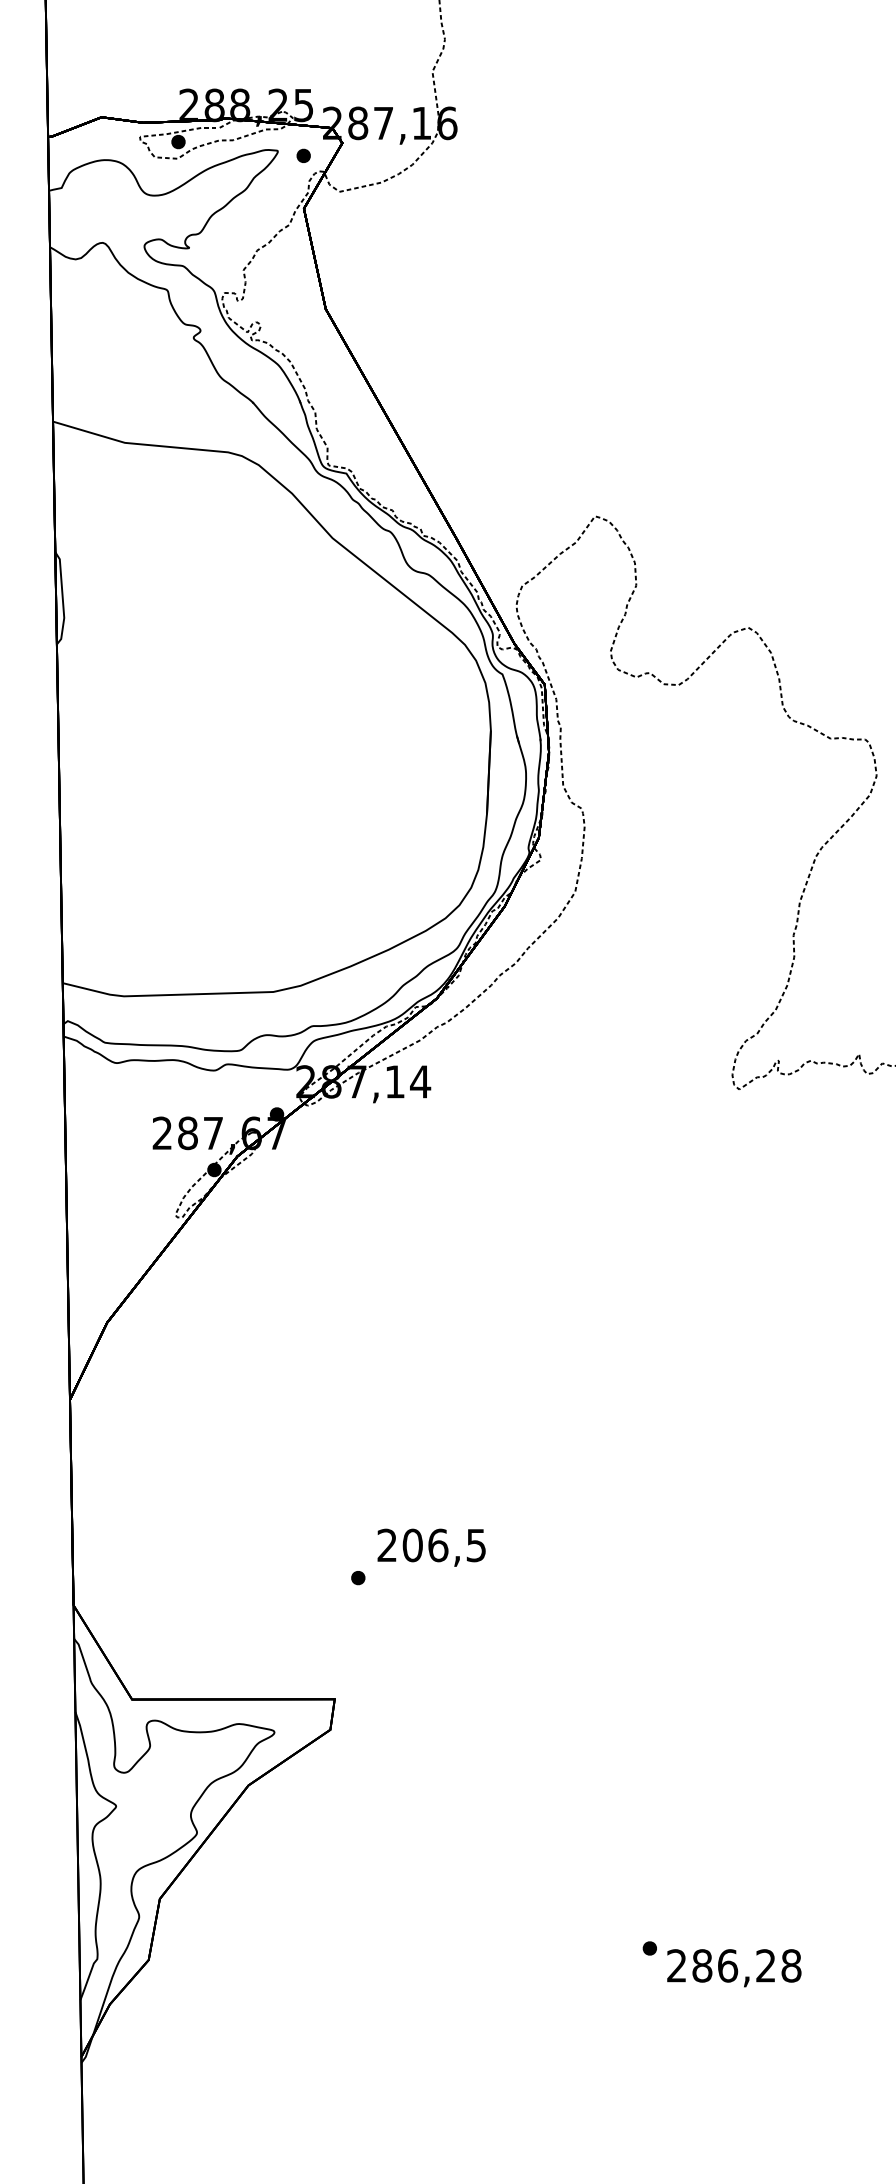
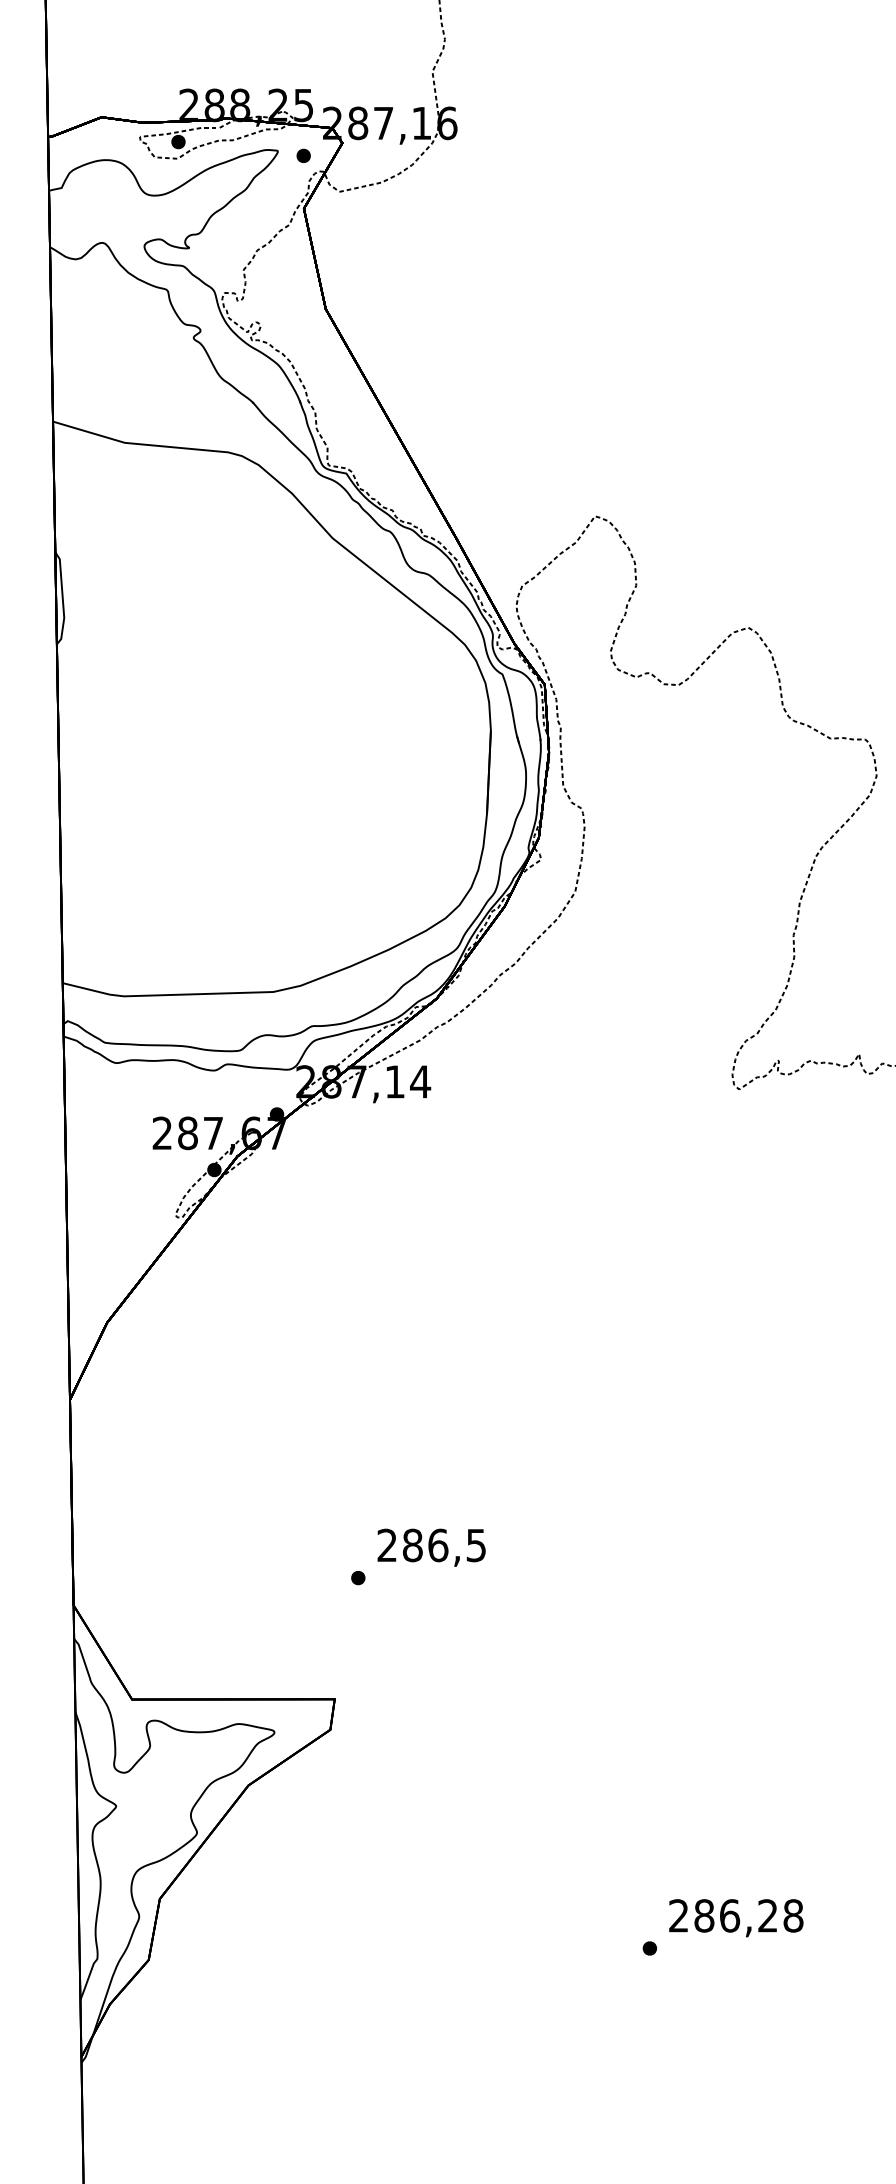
text at (412, 1545): 206,5 -> 286,5
text at (734, 1968) position: (734, 1968) -> (736, 1918)
